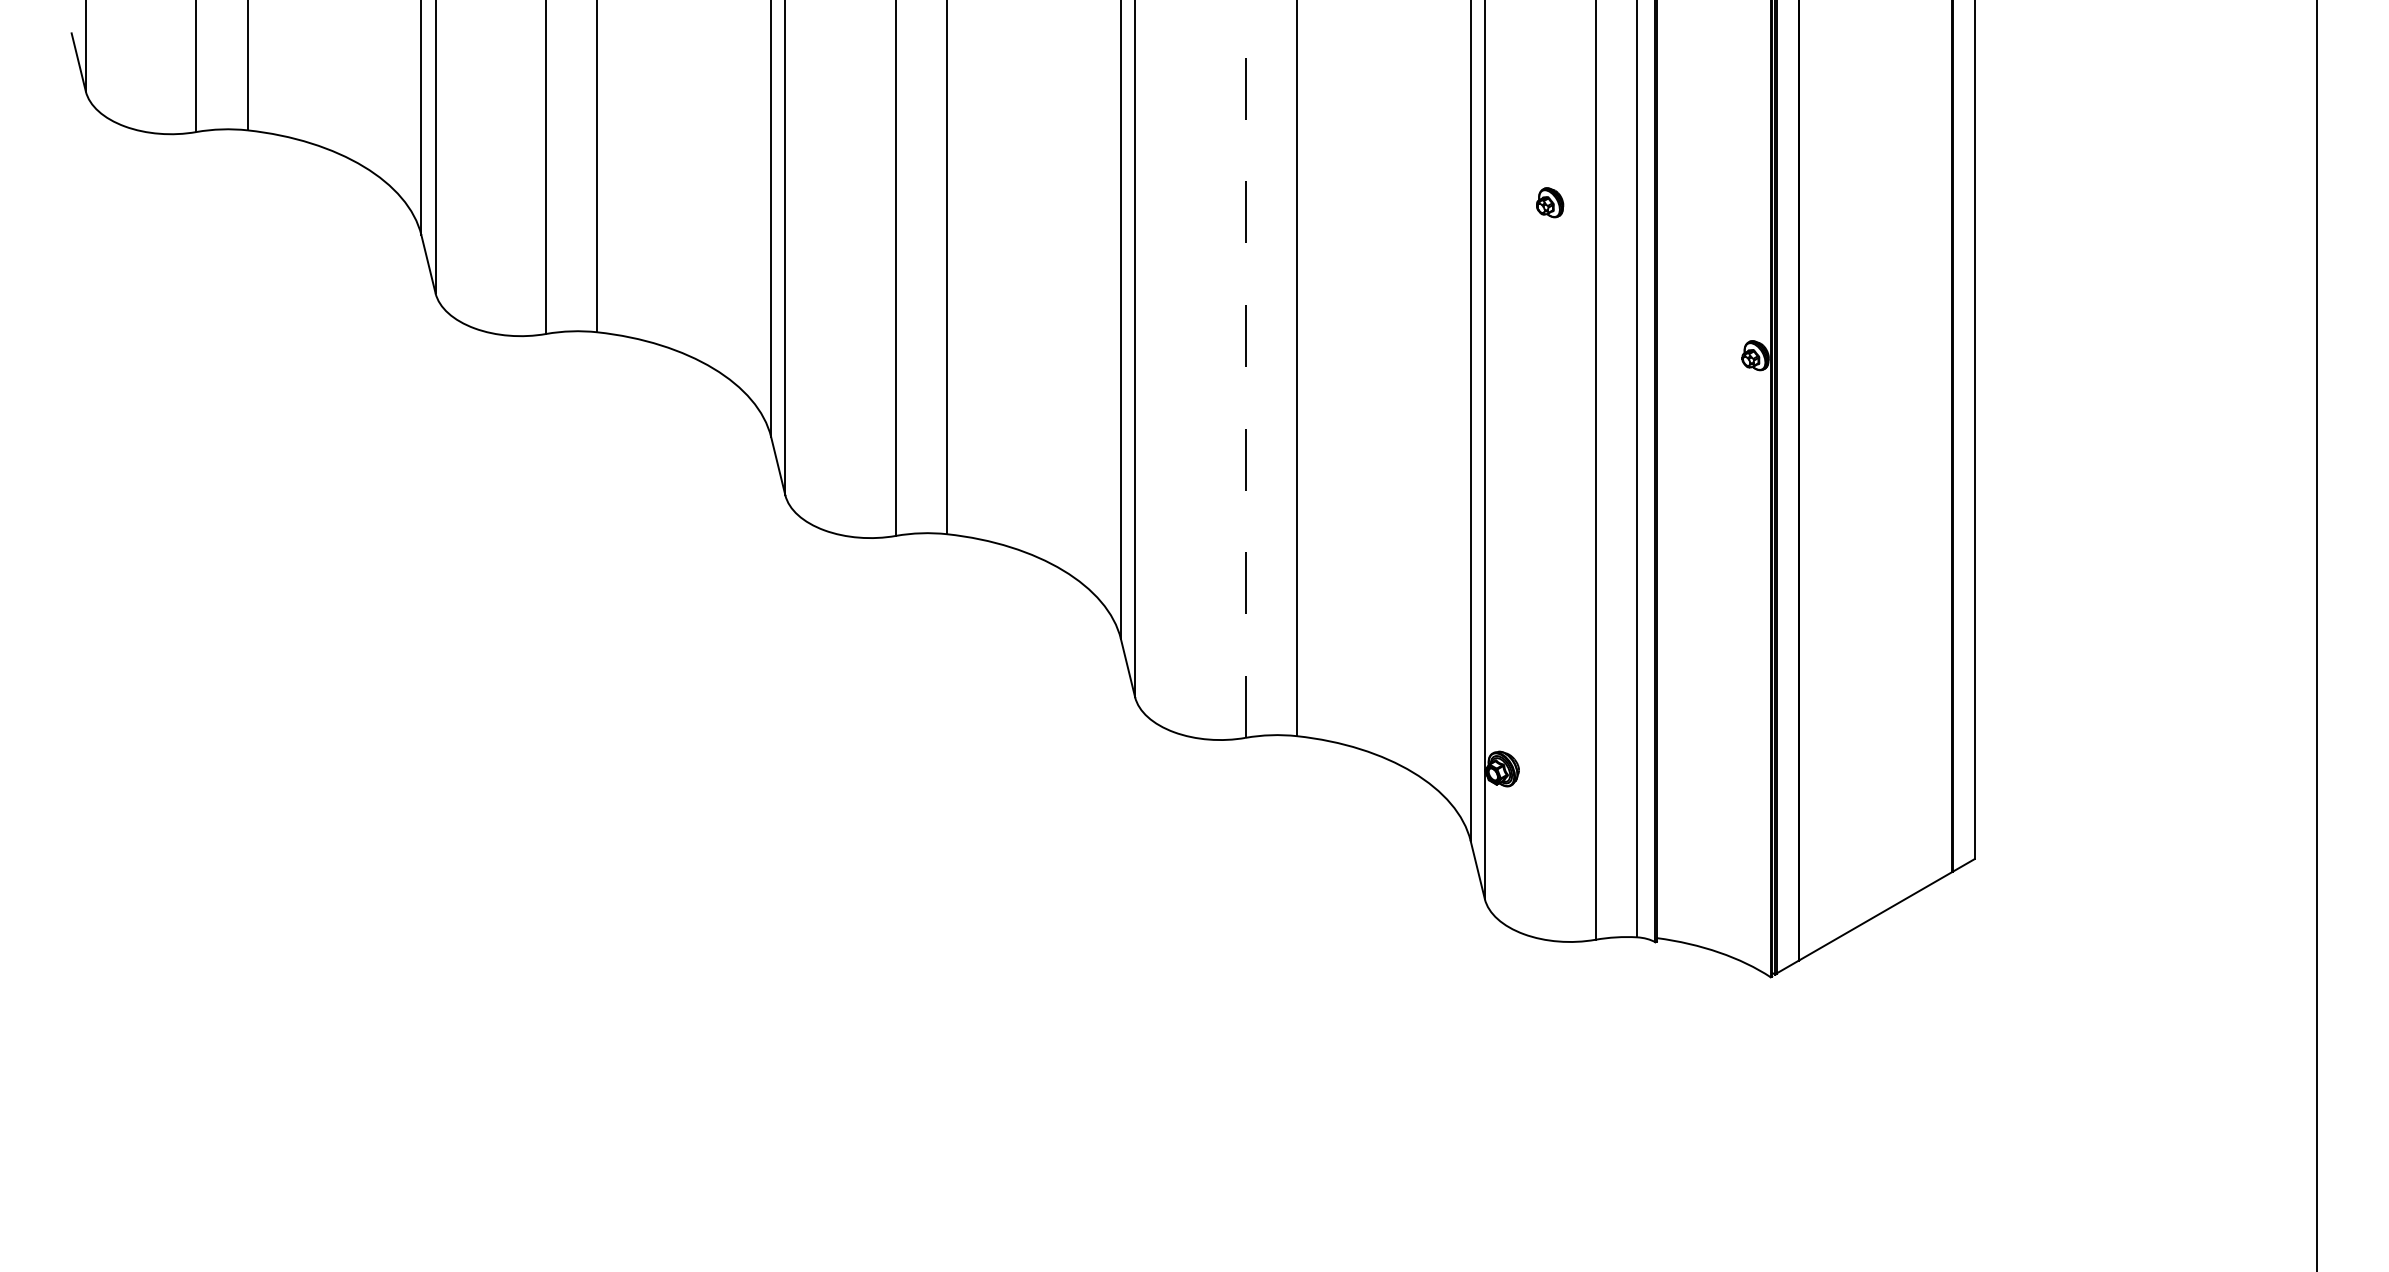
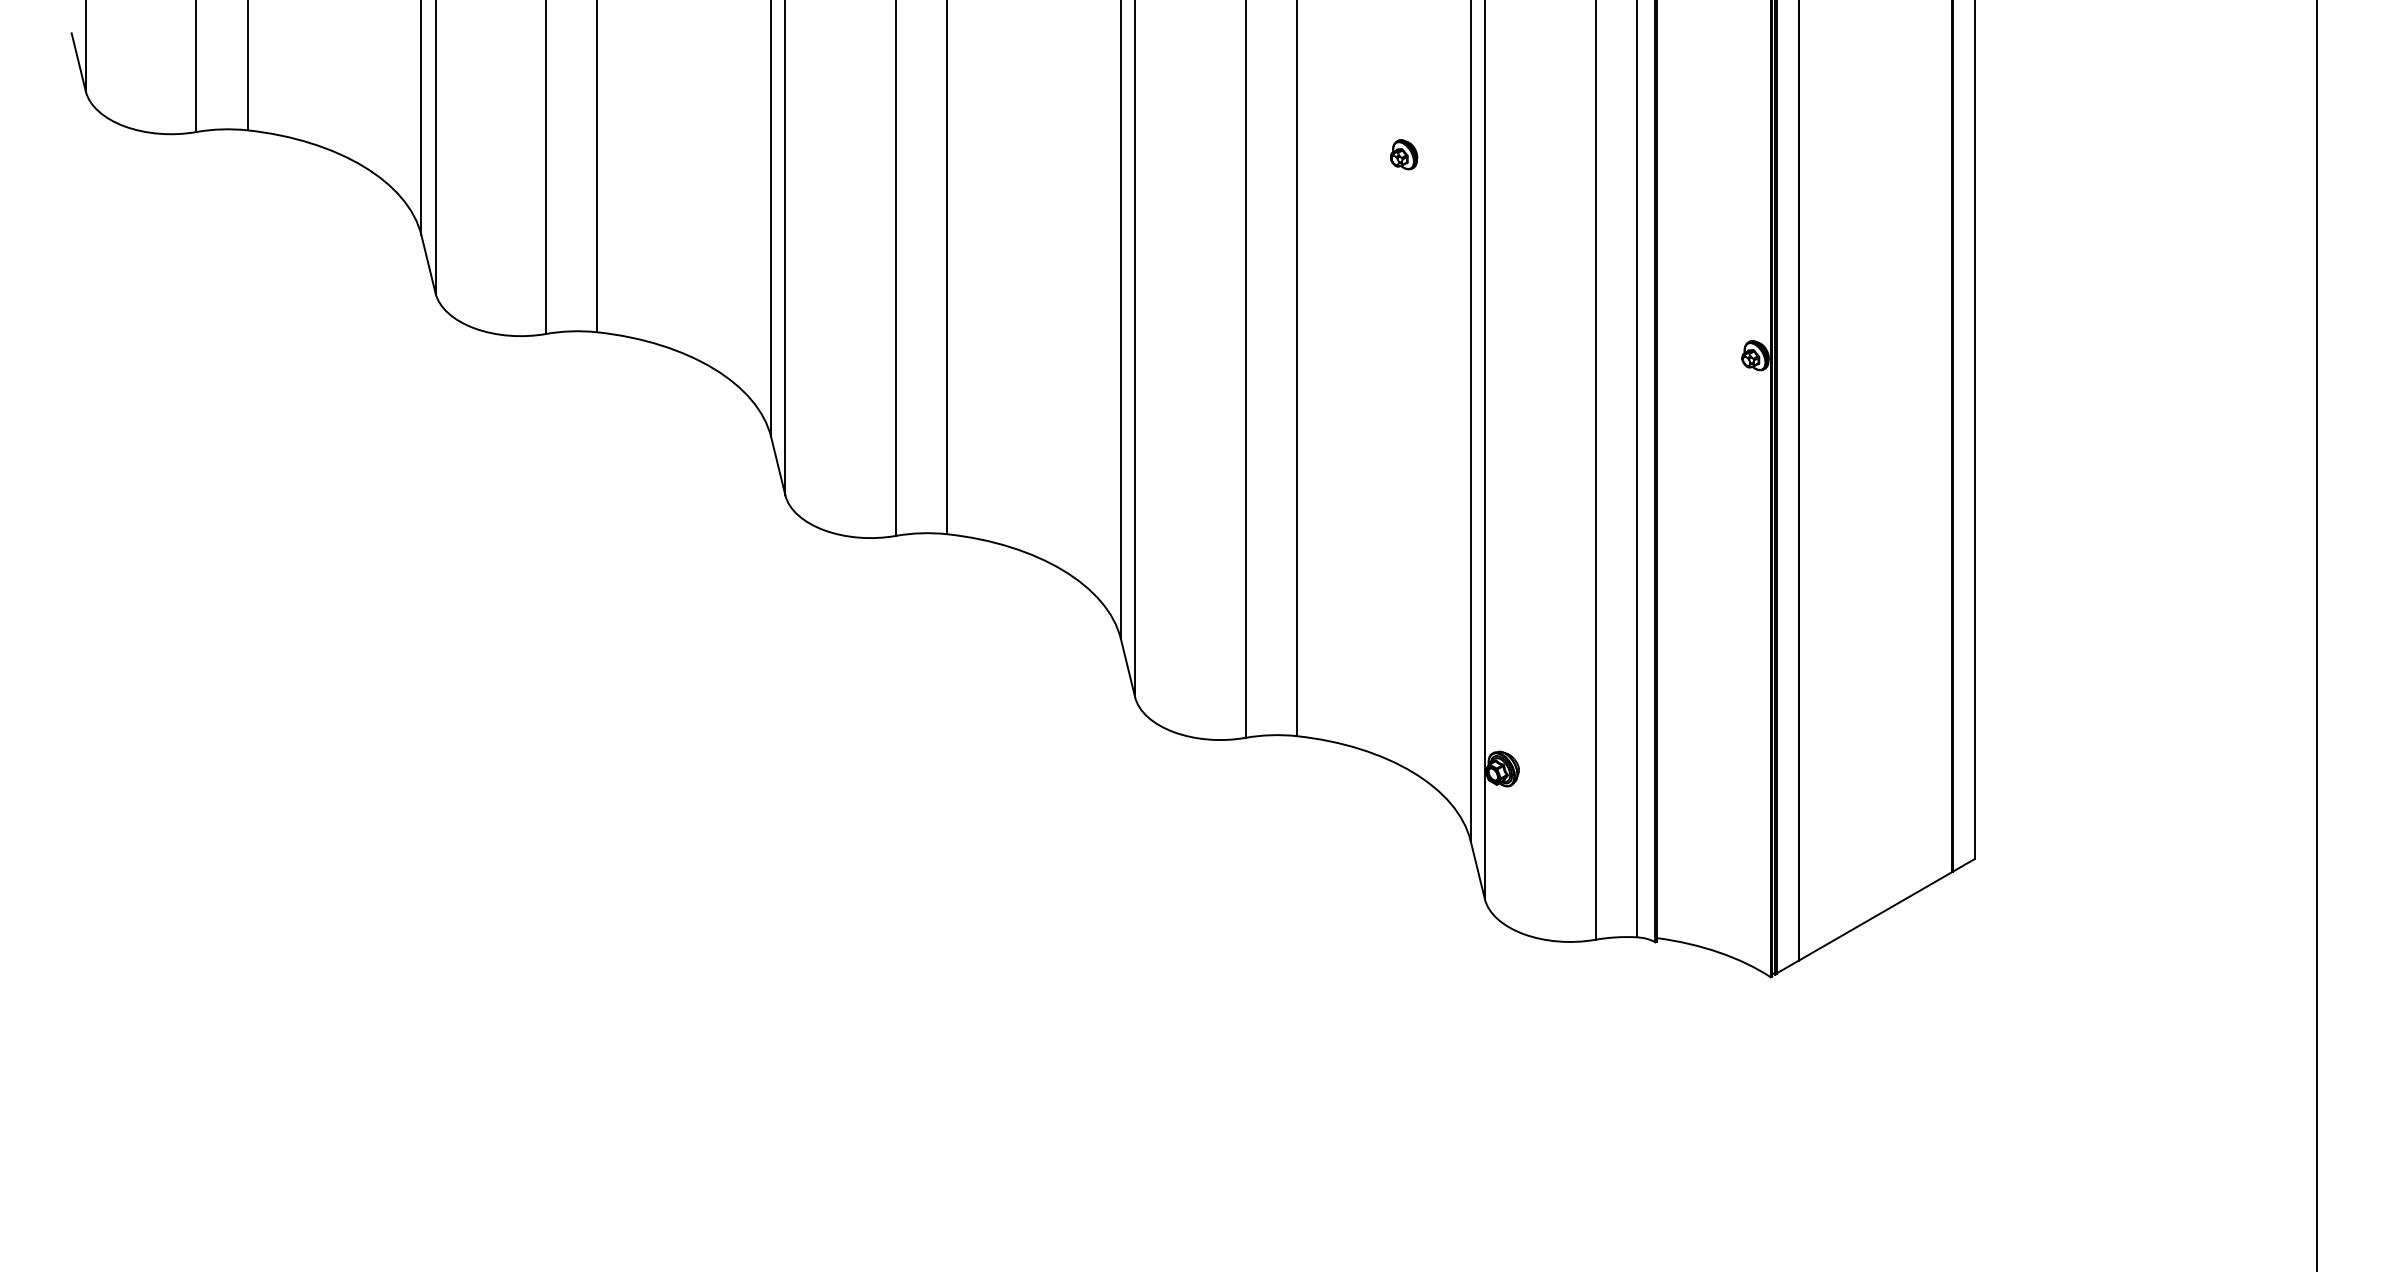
part at (1550, 202) position: (1550, 202) -> (1404, 154)
line at (1245, 368): dashed -> solid
